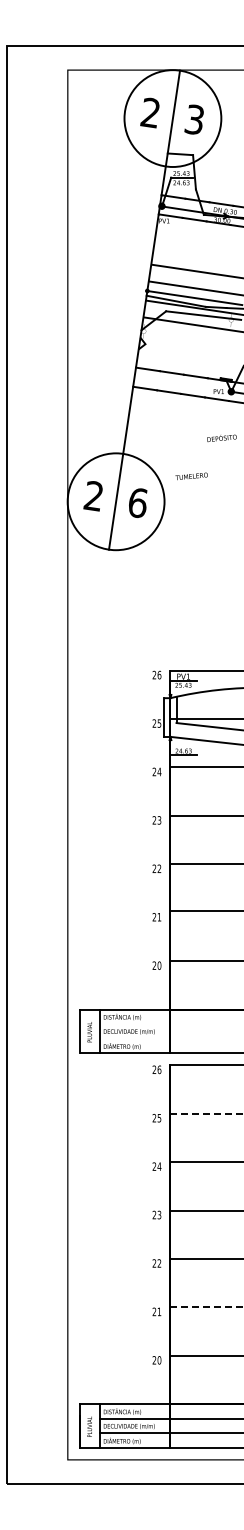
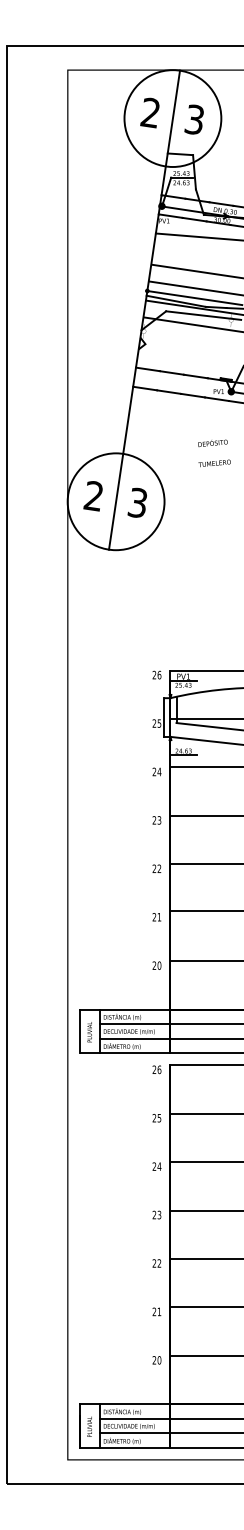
line at (197, 236): none -> present
text at (221, 437) position: (221, 437) -> (212, 442)
text at (191, 476) position: (191, 476) -> (214, 463)
text at (137, 502): 6 -> 3
line at (169, 1024): none -> present
line at (169, 1038): none -> present
line at (207, 1113): dashed -> solid
line at (207, 1307): dashed -> solid
